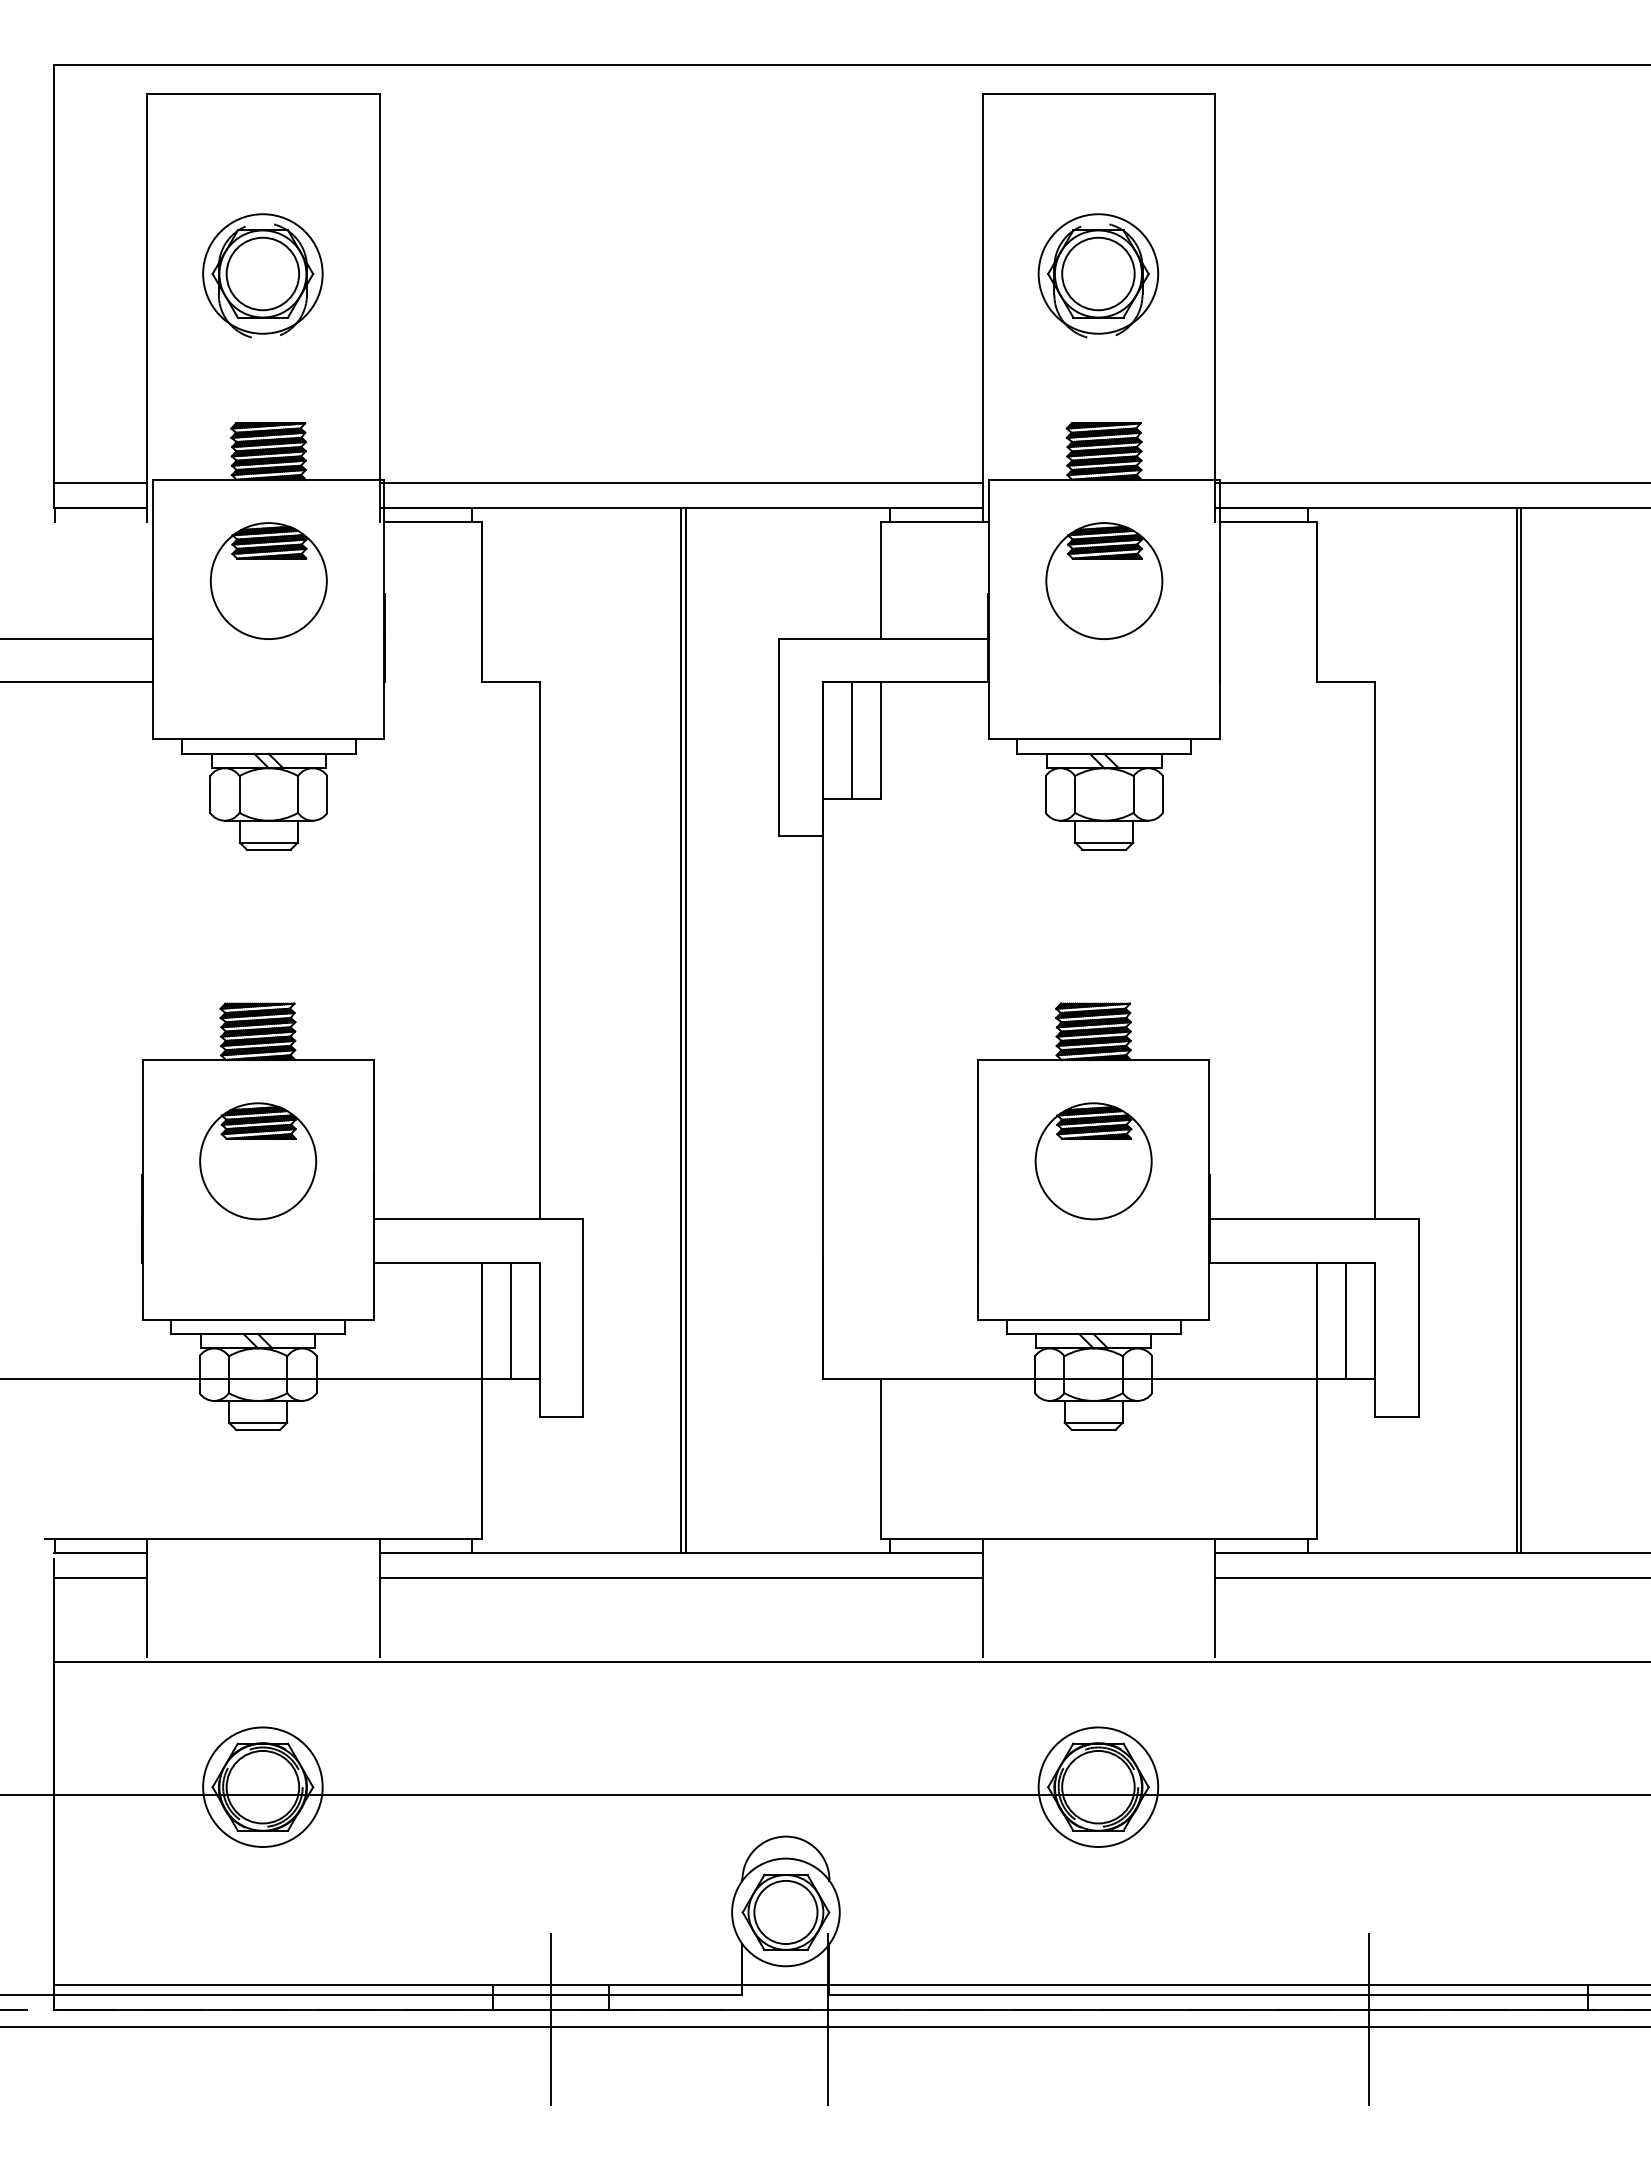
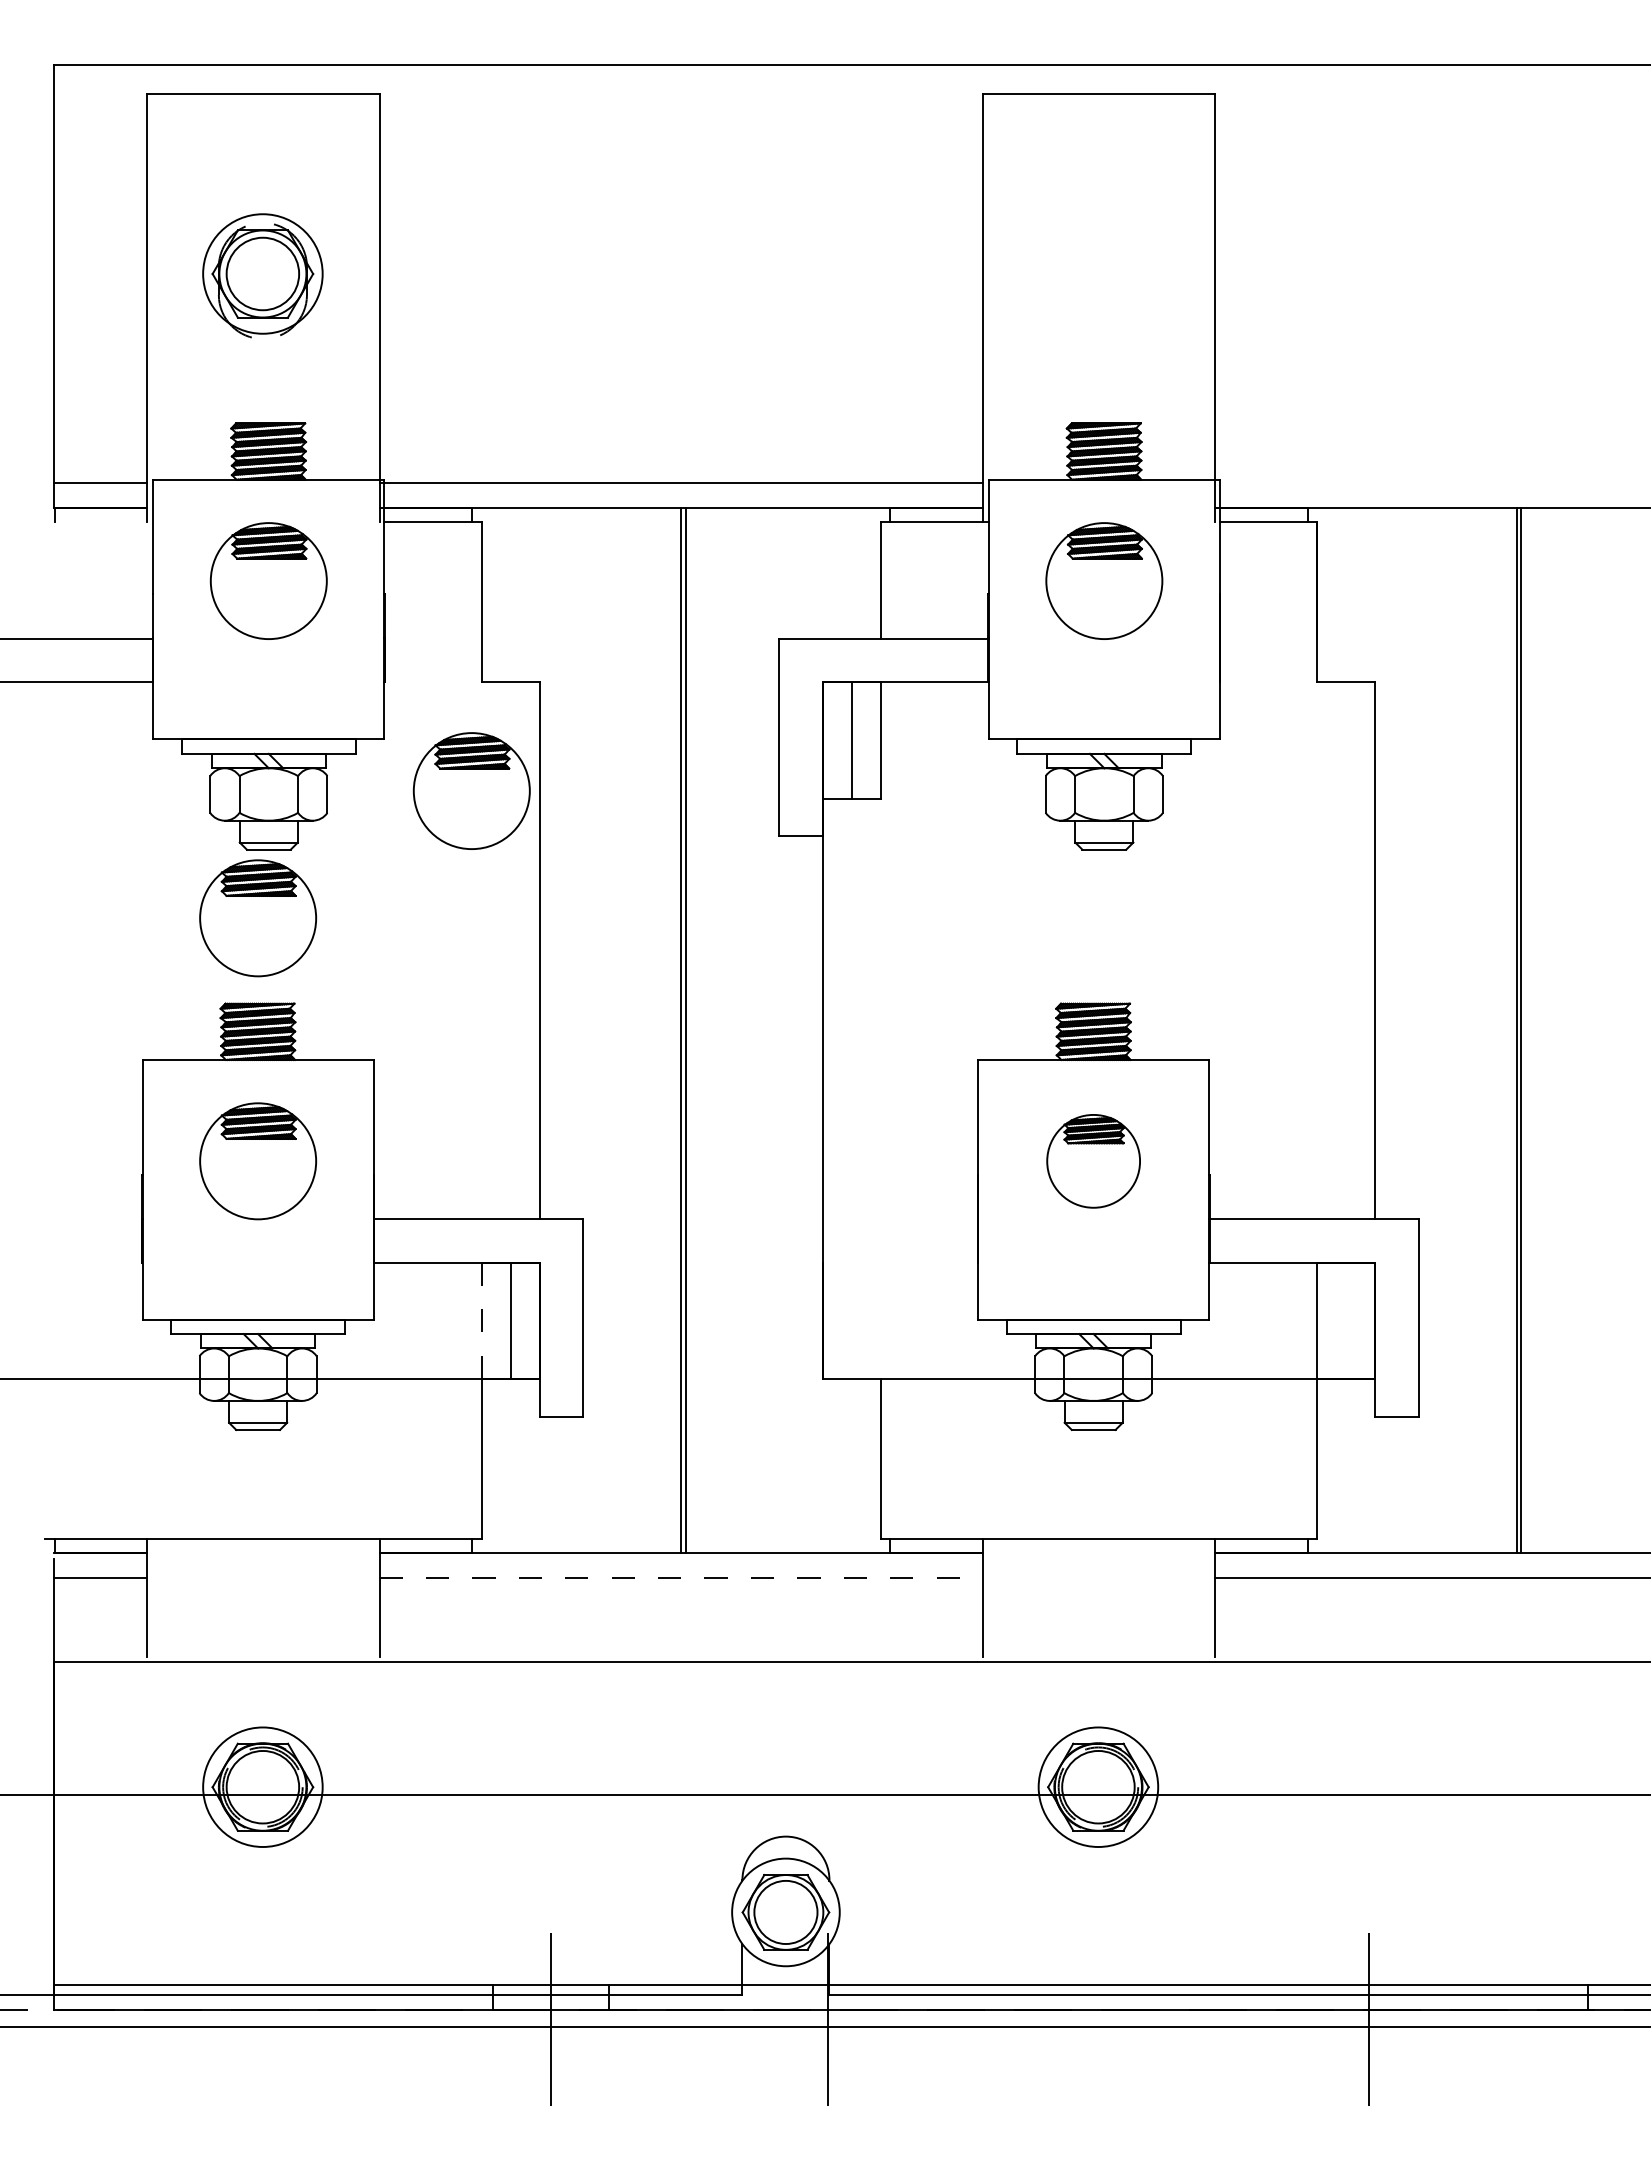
part at (1098, 275): present -> none
line at (1431, 482): present -> none
part at (471, 790): none -> present
part at (258, 918): none -> present
part at (1093, 1161) size: 119x119 px -> 95x95 px
line at (481, 1320): solid -> dashed
line at (1346, 1320): present -> none
line at (681, 1578): solid -> dashed
